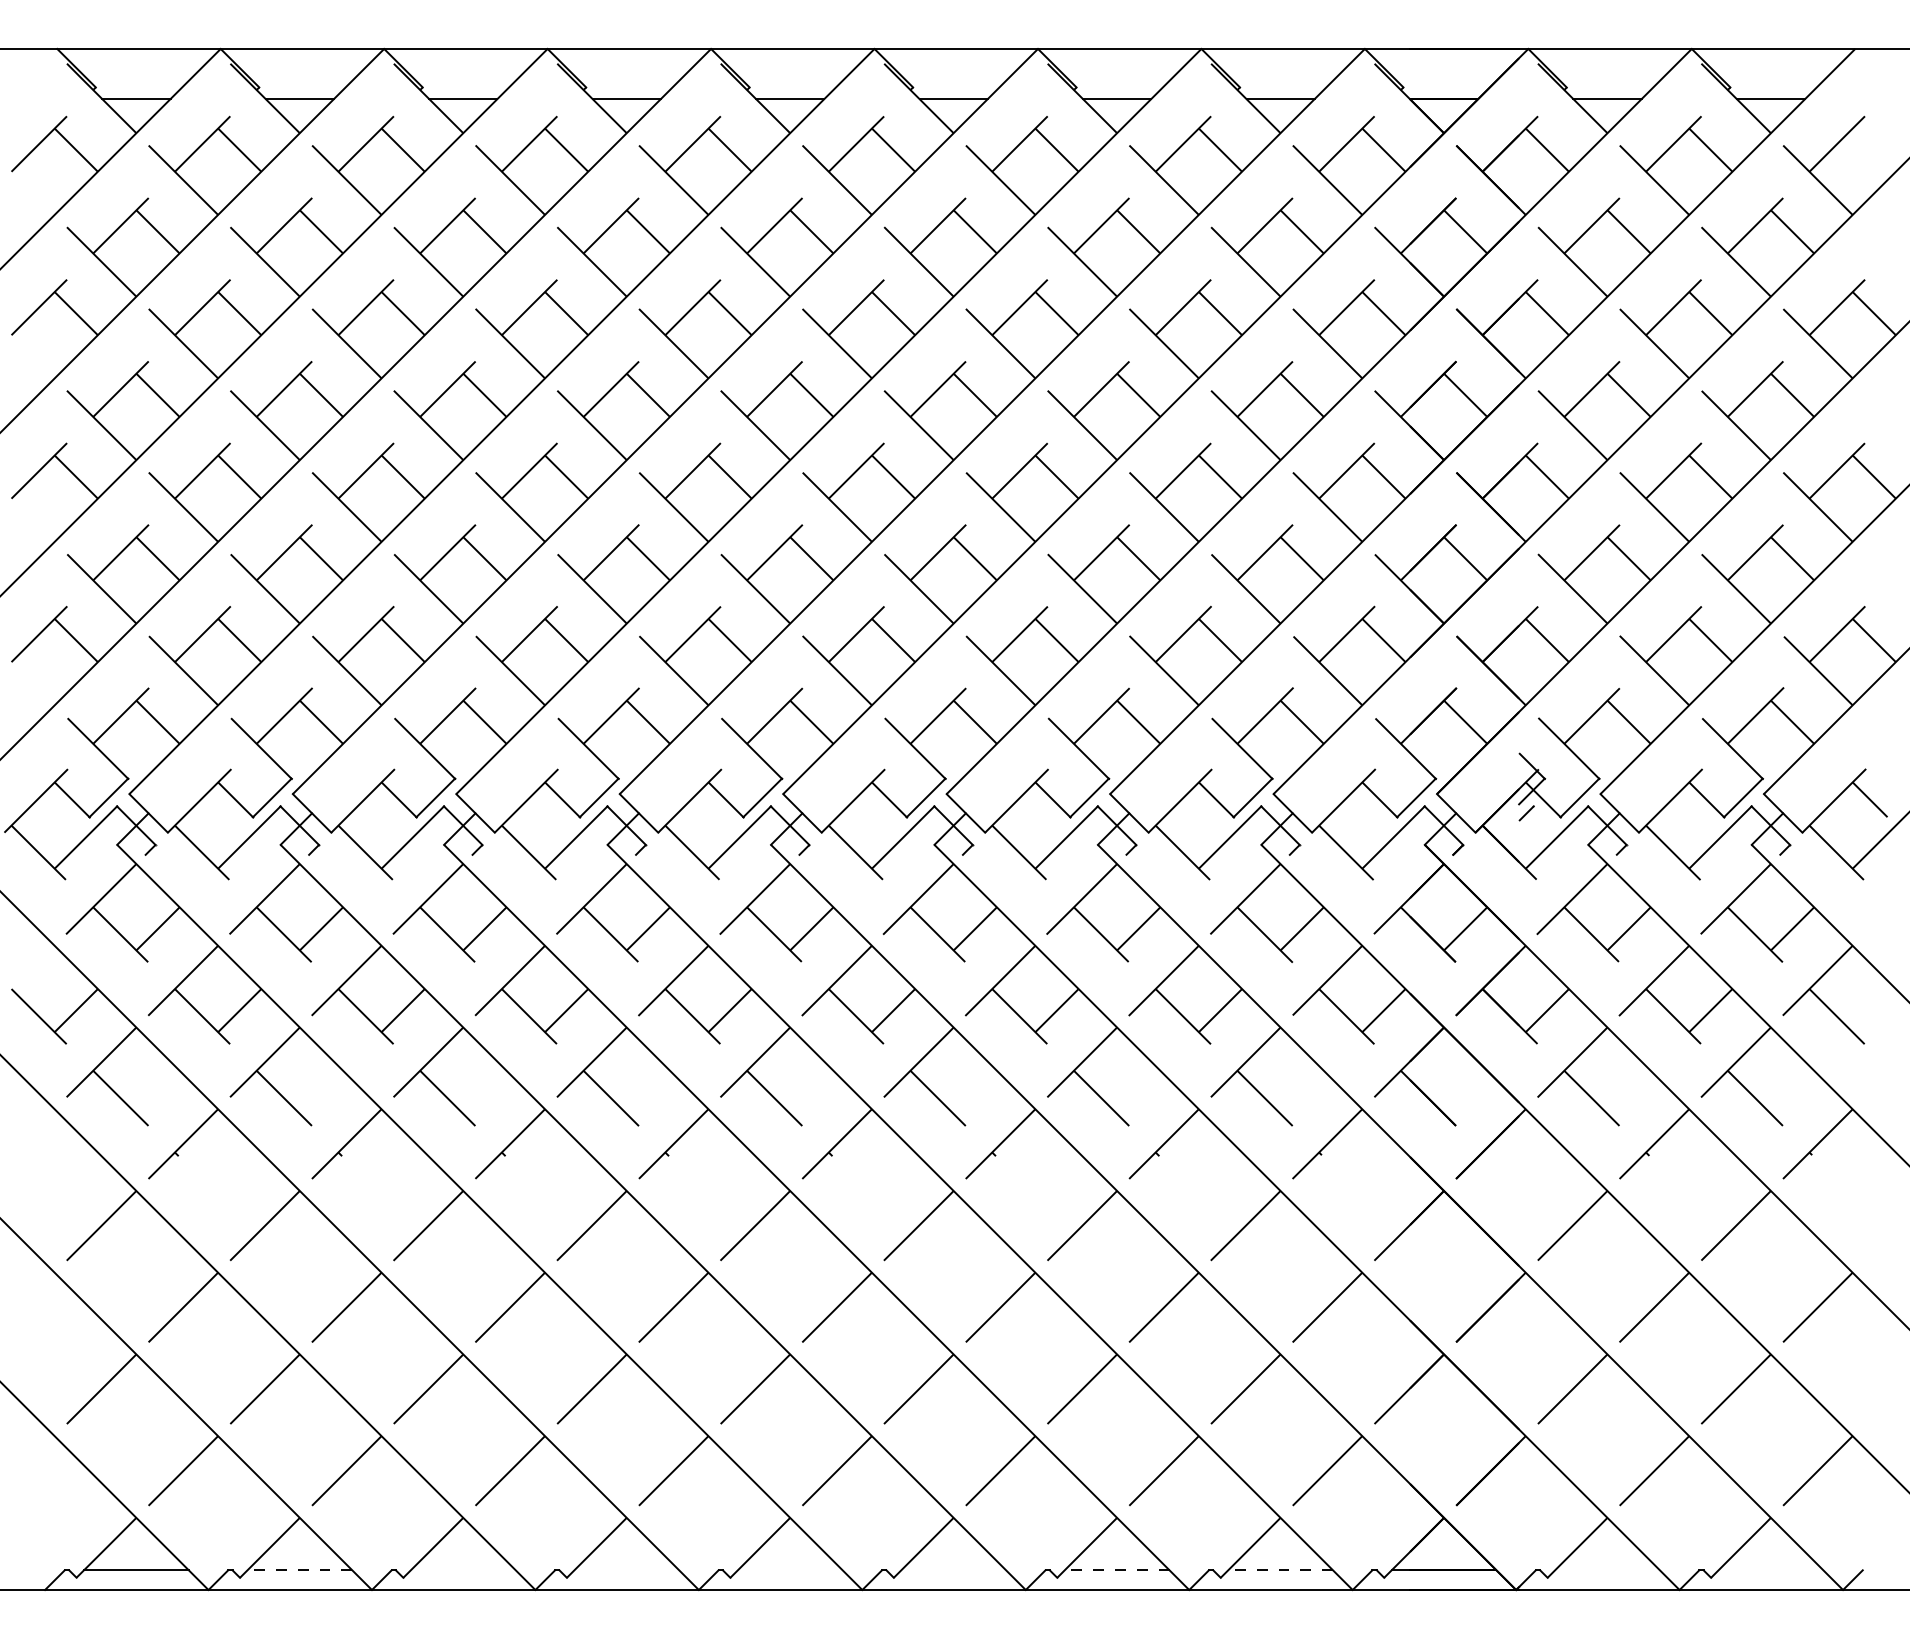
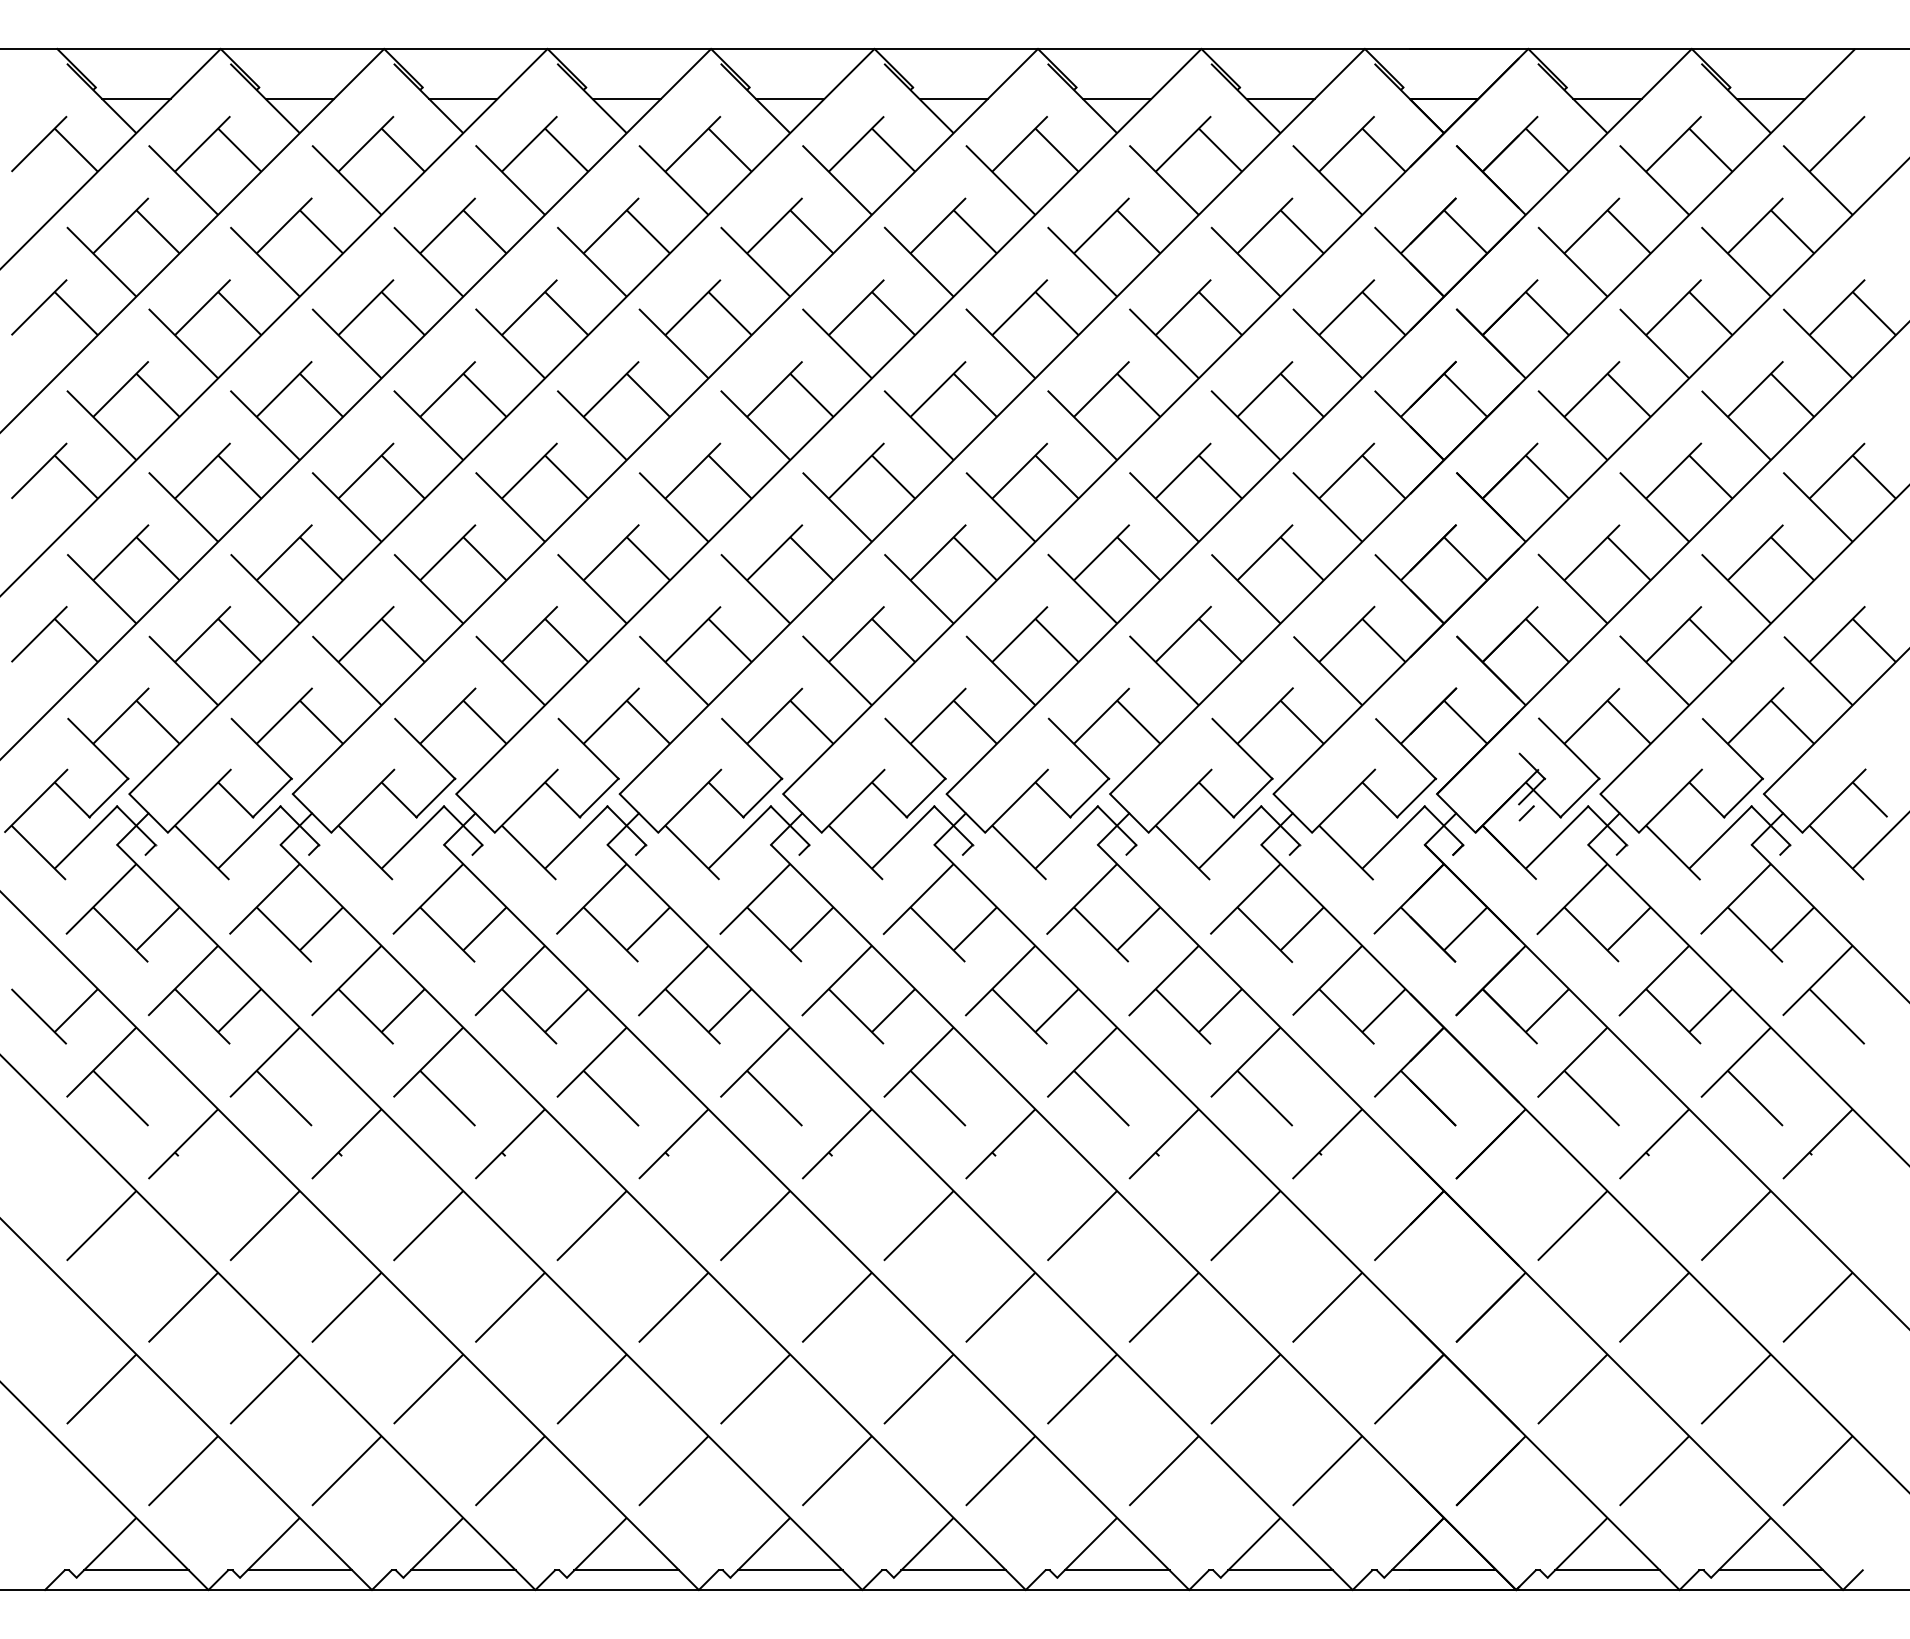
line at (299, 1570): dashed -> solid
line at (462, 1570): none -> present
line at (626, 1570): none -> present
line at (789, 1570): none -> present
line at (953, 1570): none -> present
line at (1116, 1570): dashed -> solid
line at (1280, 1570): dashed -> solid
line at (1607, 1570): none -> present
line at (1770, 1570): none -> present
